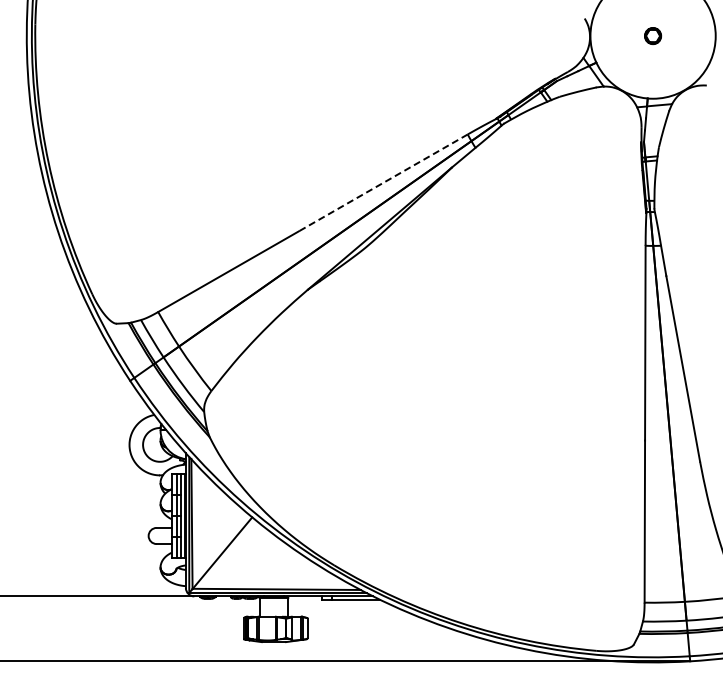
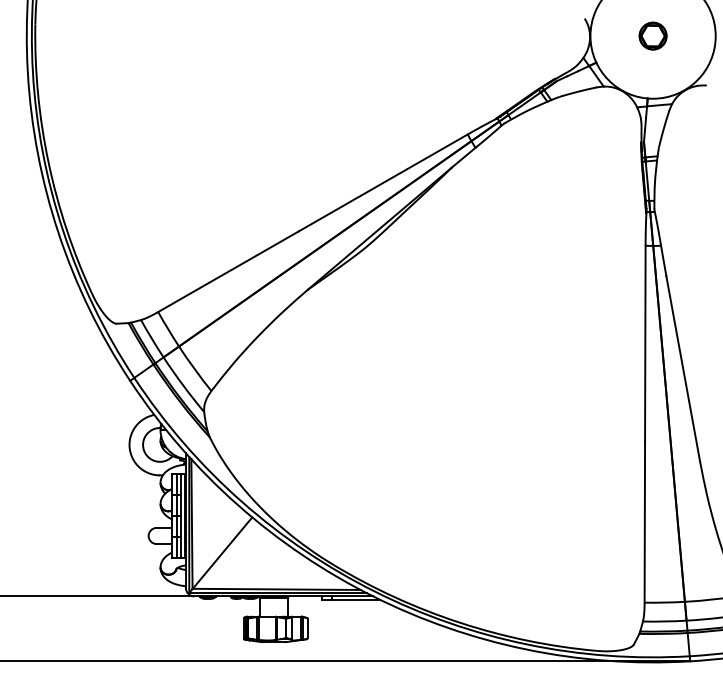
part at (653, 36) size: 19x19 px -> 30x30 px
line at (382, 183): dashed -> solid
